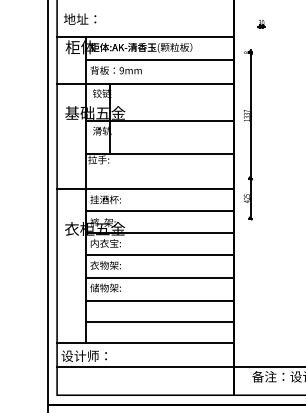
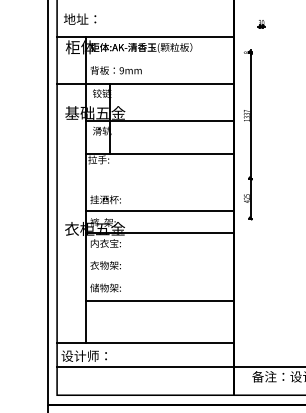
line at (160, 59): present -> none
line at (145, 188): present -> none
line at (160, 255): present -> none
line at (160, 278): present -> none
line at (160, 322): present -> none
